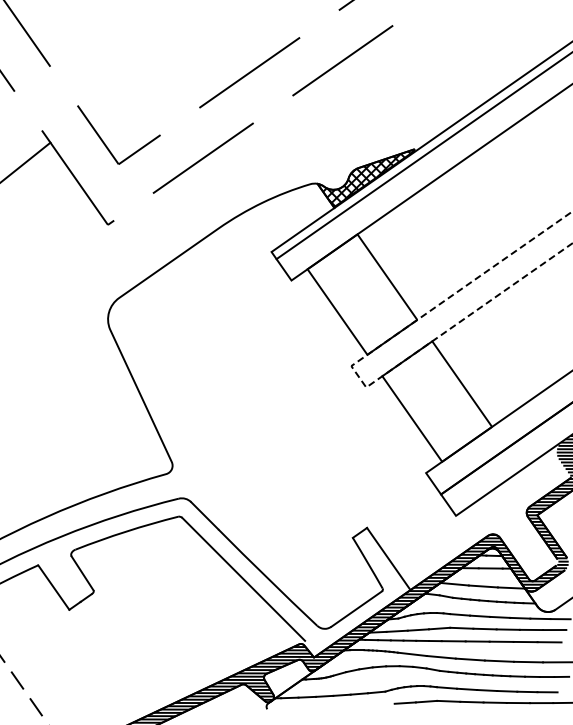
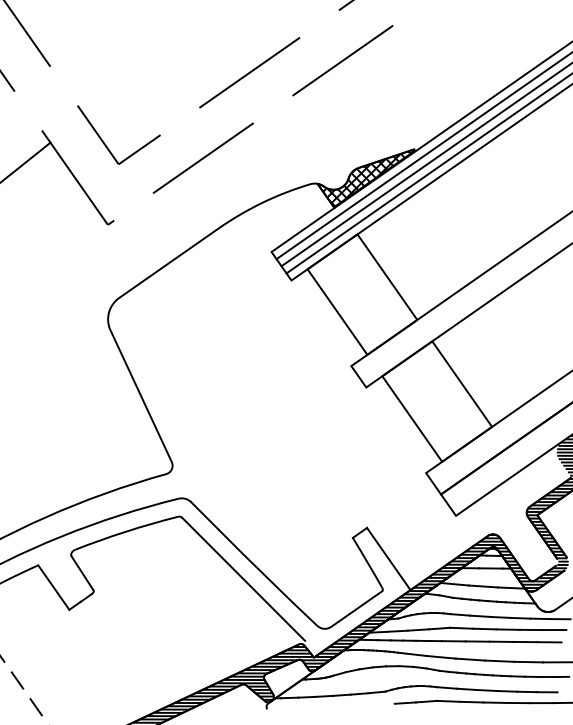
line at (425, 165): none -> present
line at (427, 174): none -> present
line at (354, 370): dashed -> solid
